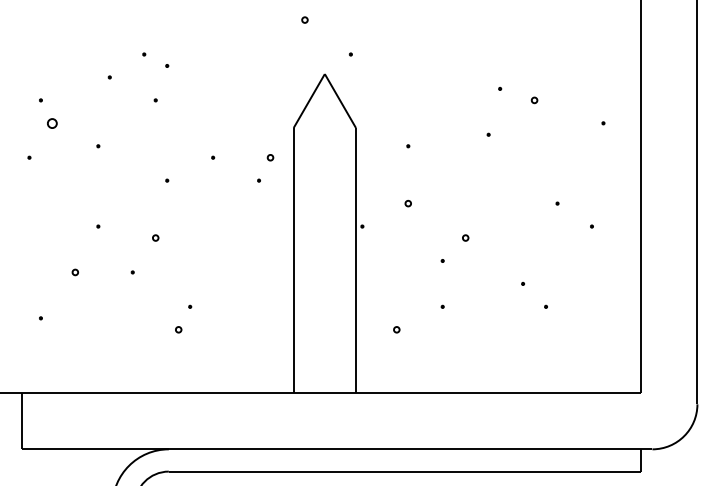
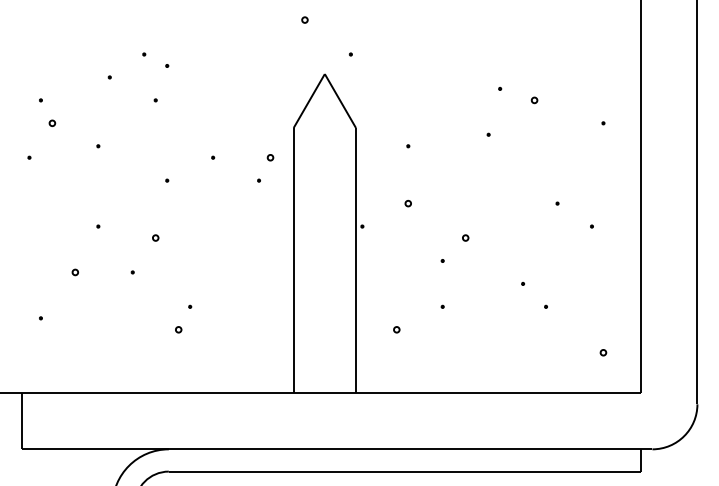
part at (52, 123) size: 11x11 px -> 9x8 px
part at (603, 352): none -> present
